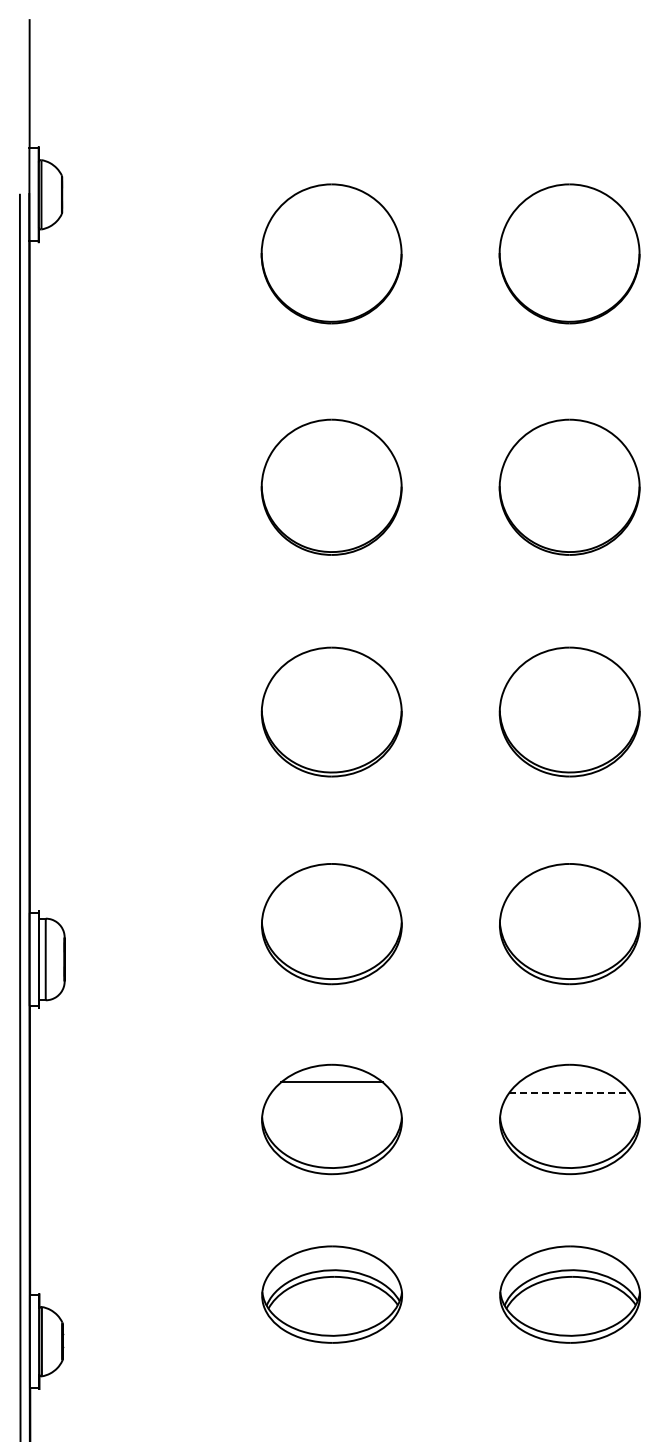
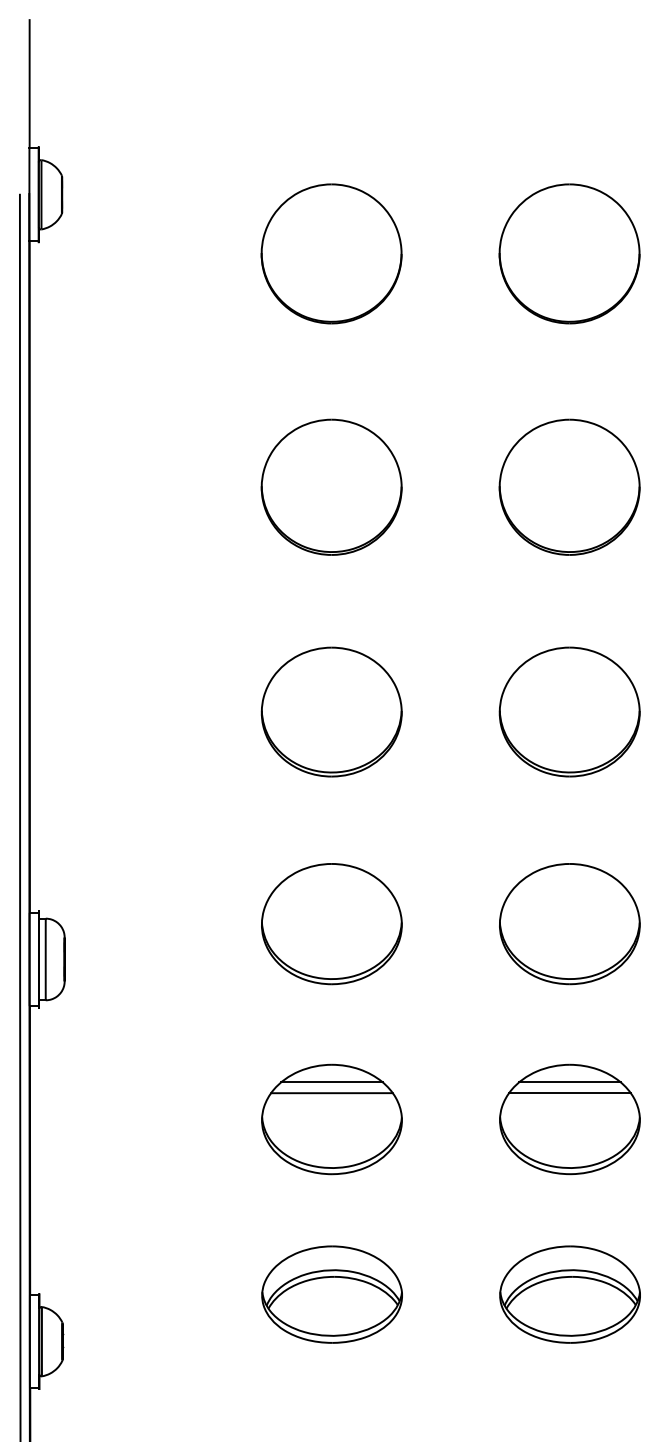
line at (569, 1082): none -> present
line at (331, 1093): none -> present
line at (569, 1093): dashed -> solid
